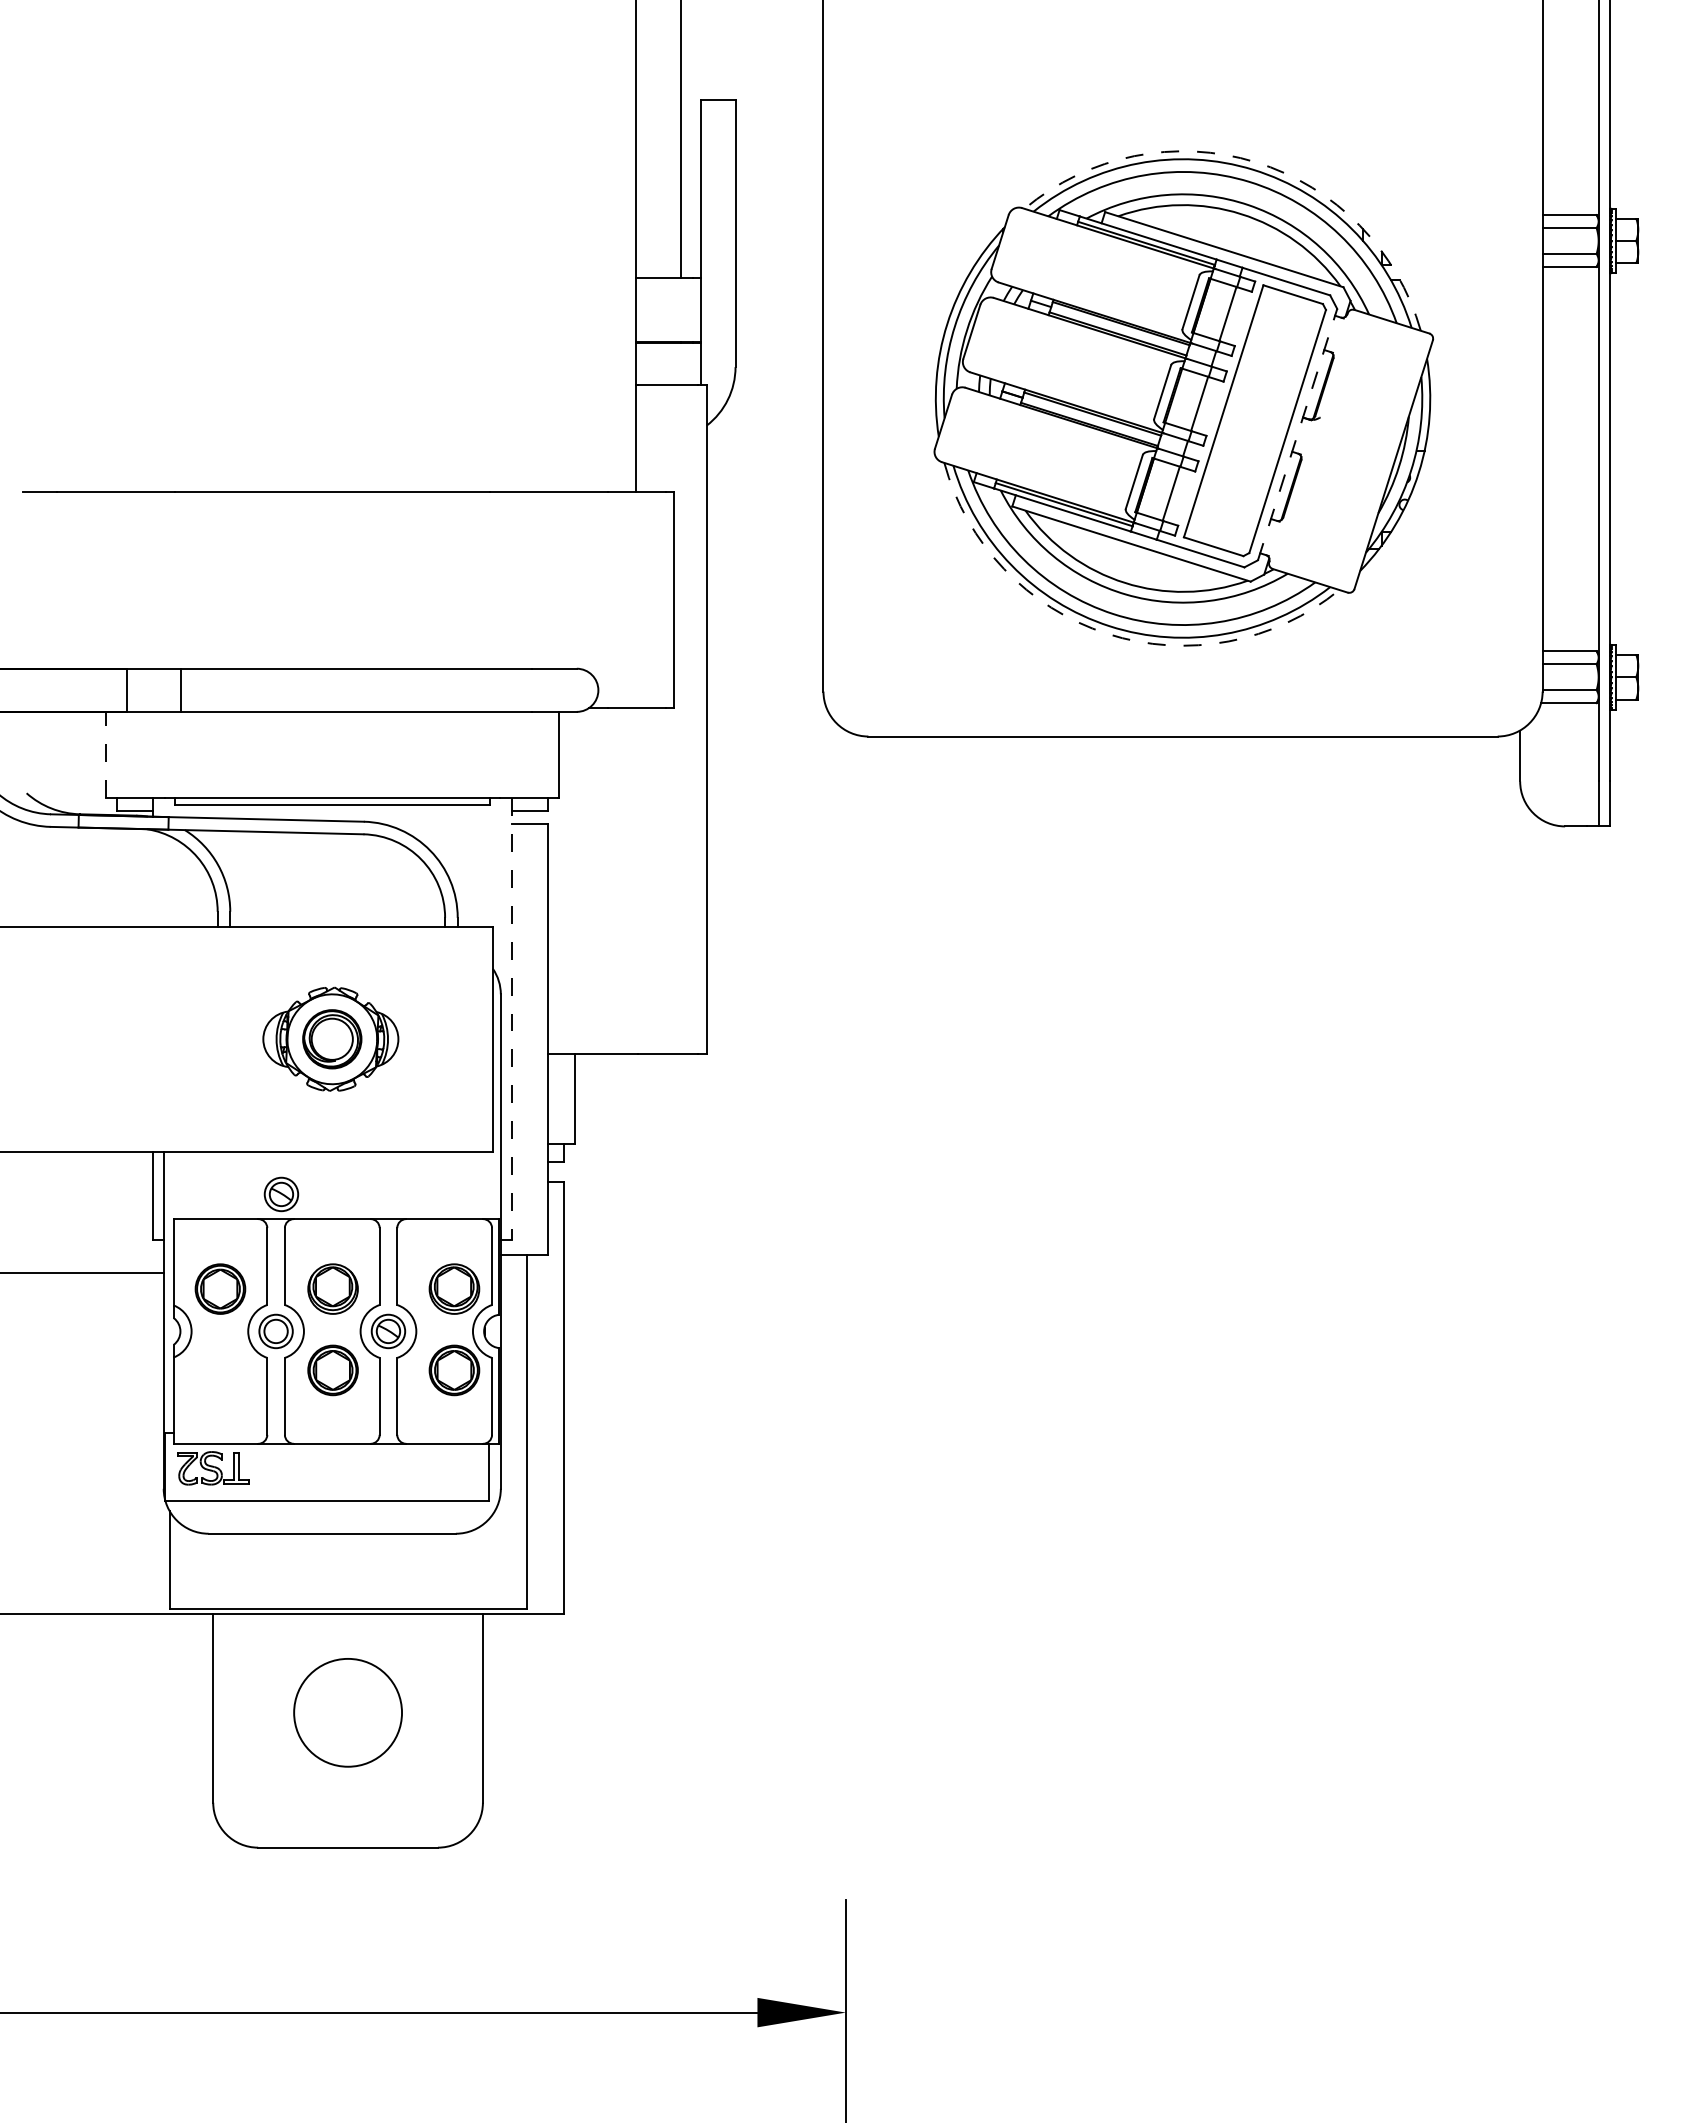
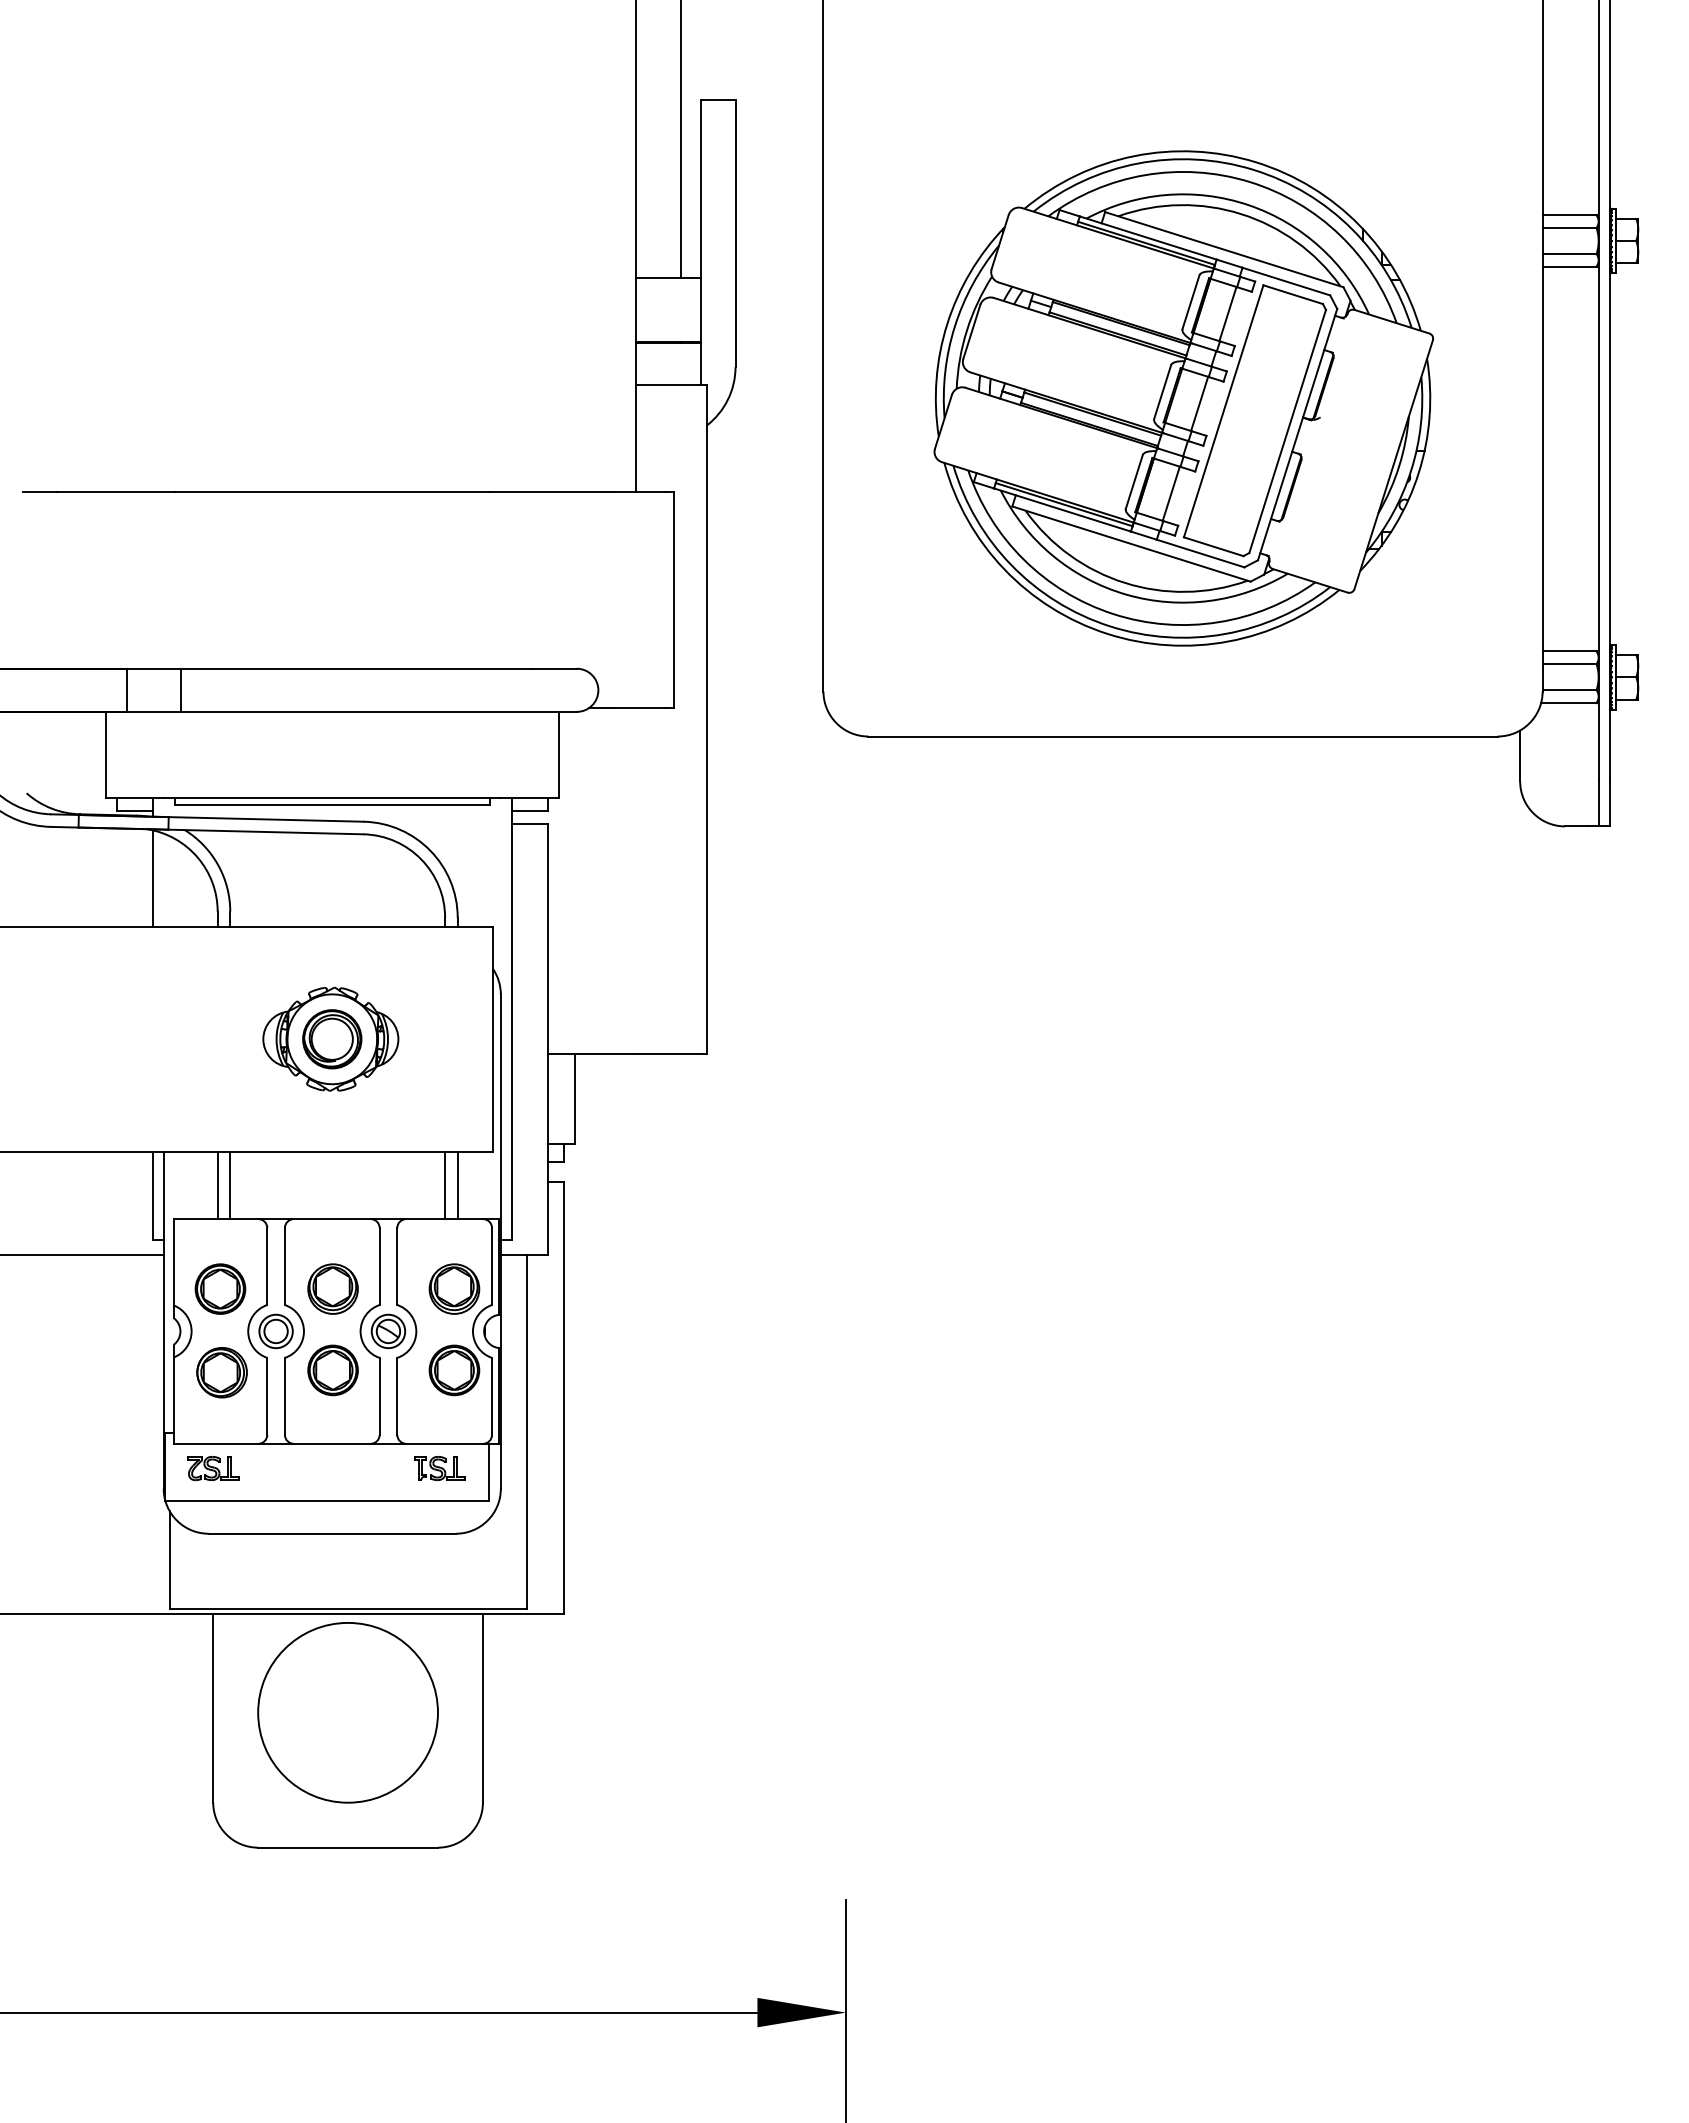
arc at (1255, 162): dashed -> solid
line at (1297, 434): dashed -> solid
arc at (1107, 633): dashed -> solid
line at (105, 754): dashed -> solid
line at (152, 878): none -> present
line at (512, 1019): dashed -> solid
line at (217, 1185): none -> present
line at (230, 1185): none -> present
line at (445, 1185): none -> present
line at (457, 1185): none -> present
part at (281, 1194): present -> none
line at (82, 1273) position: (82, 1273) -> (82, 1255)
part at (221, 1372): none -> present
part at (213, 1468) size: 73x35 px -> 53x26 px
part at (439, 1468): none -> present
circle at (348, 1712) diameter: 108 px -> 180 px
